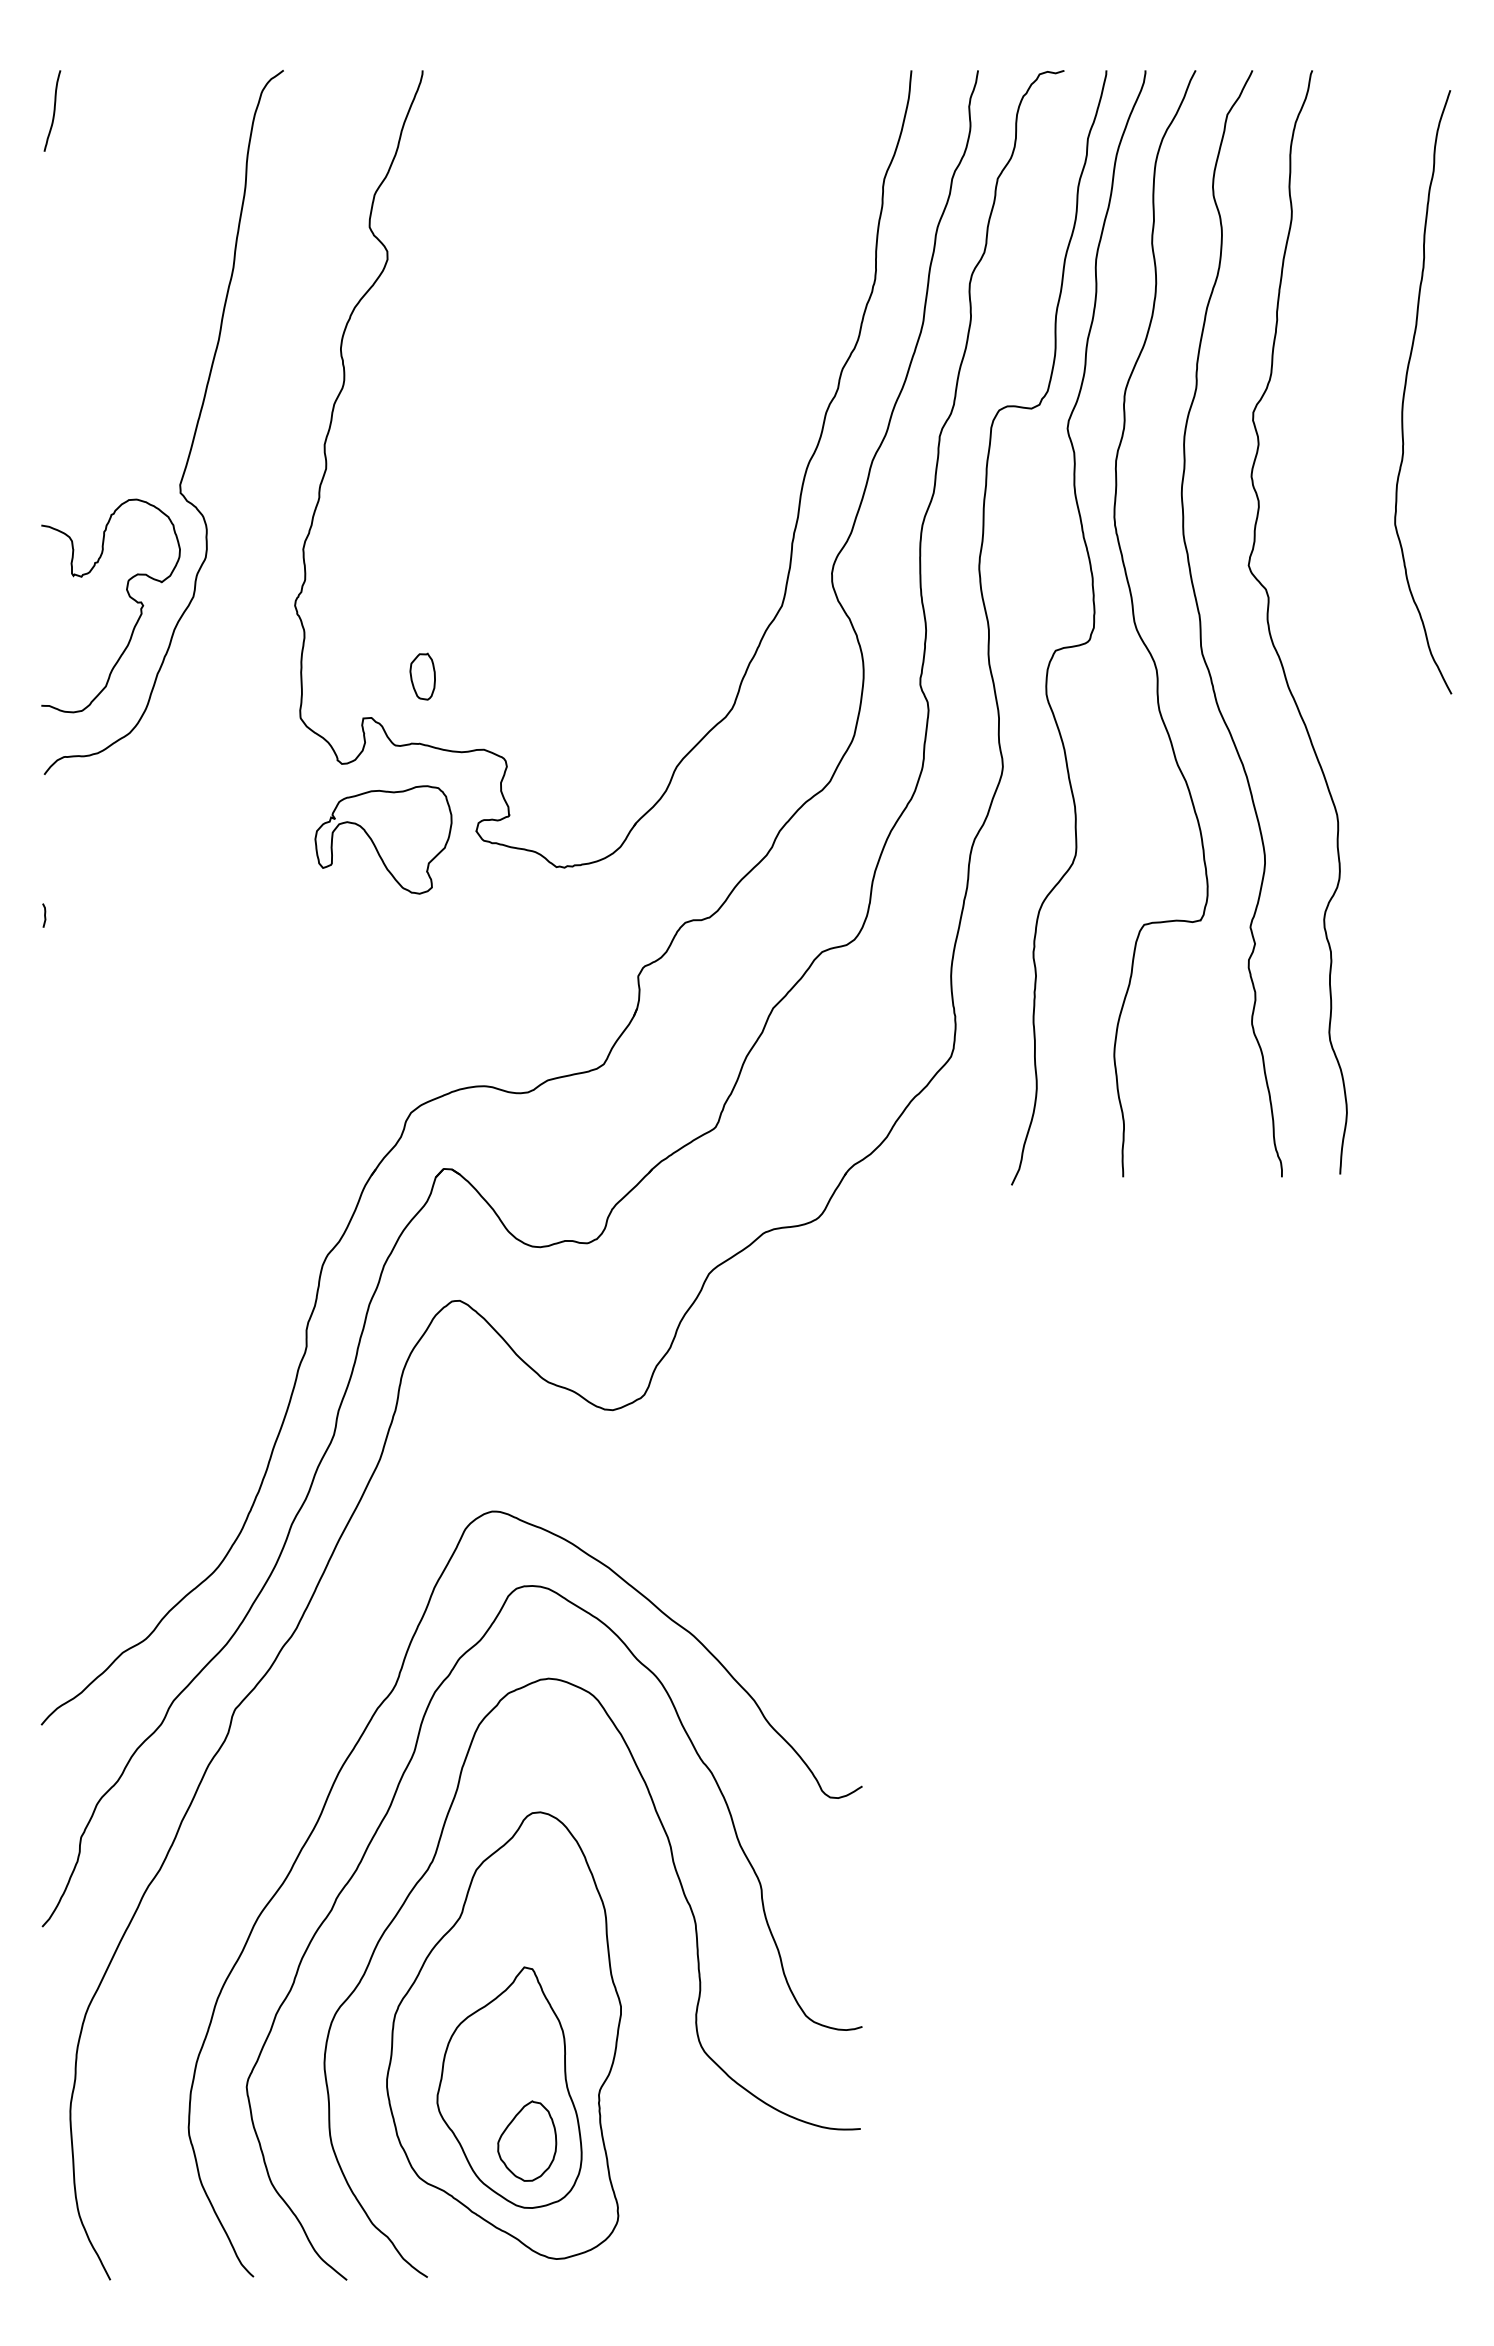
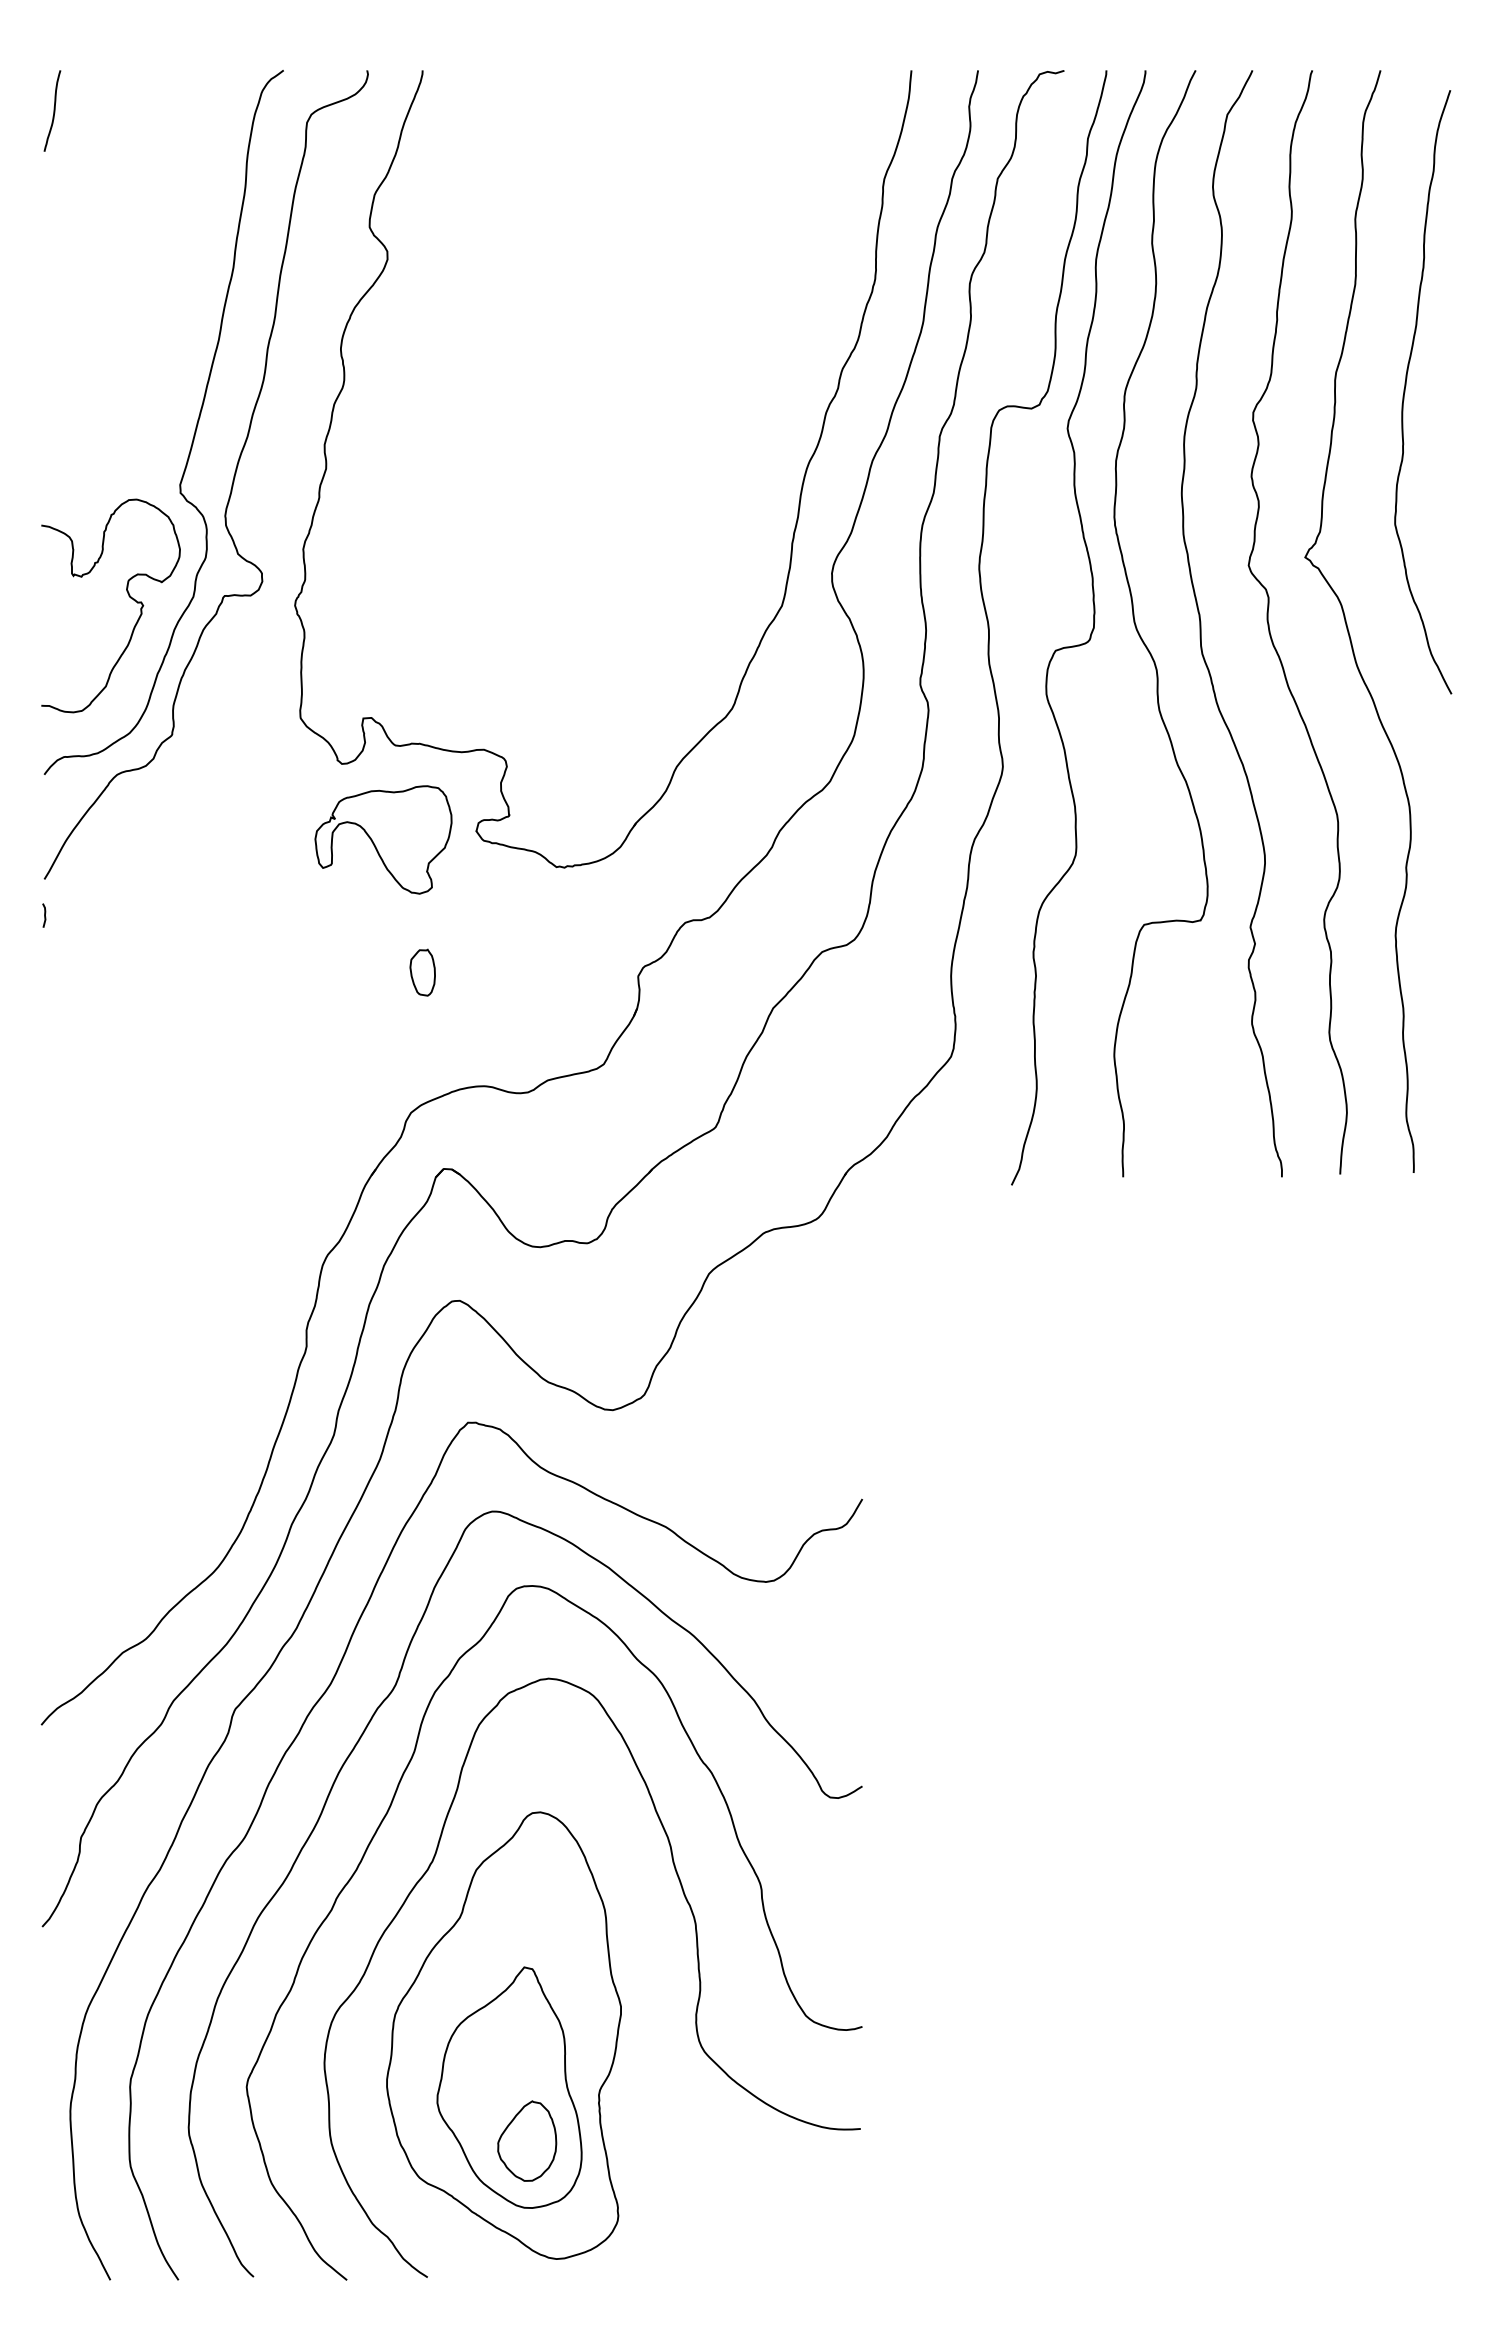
curve at (232, 480): none -> present
curve at (1347, 623): none -> present
part at (422, 676) position: (422, 676) -> (422, 972)
curve at (300, 1732): none -> present
